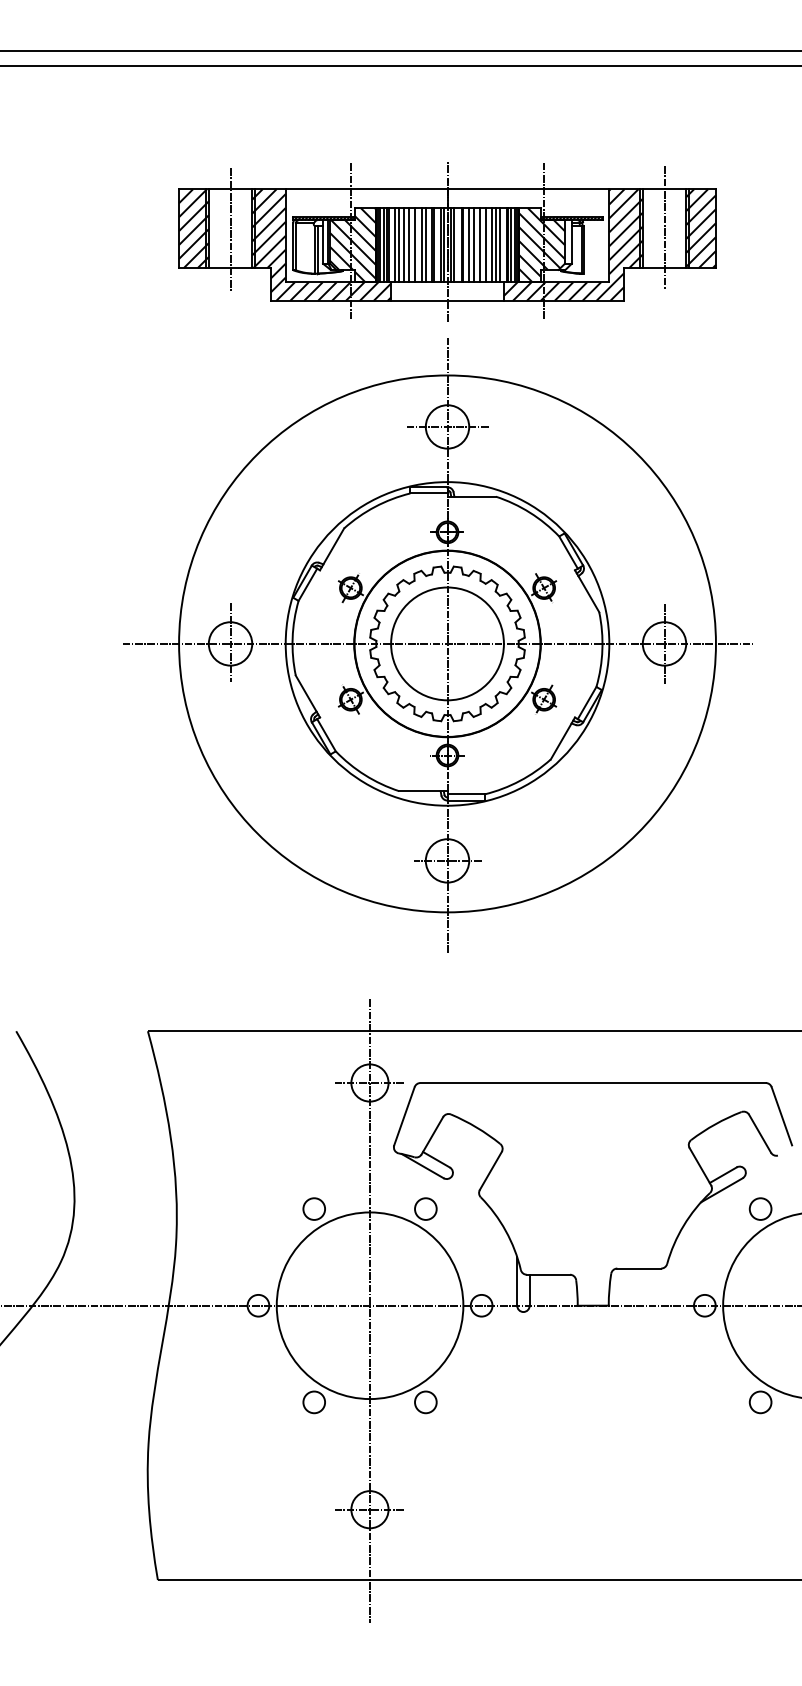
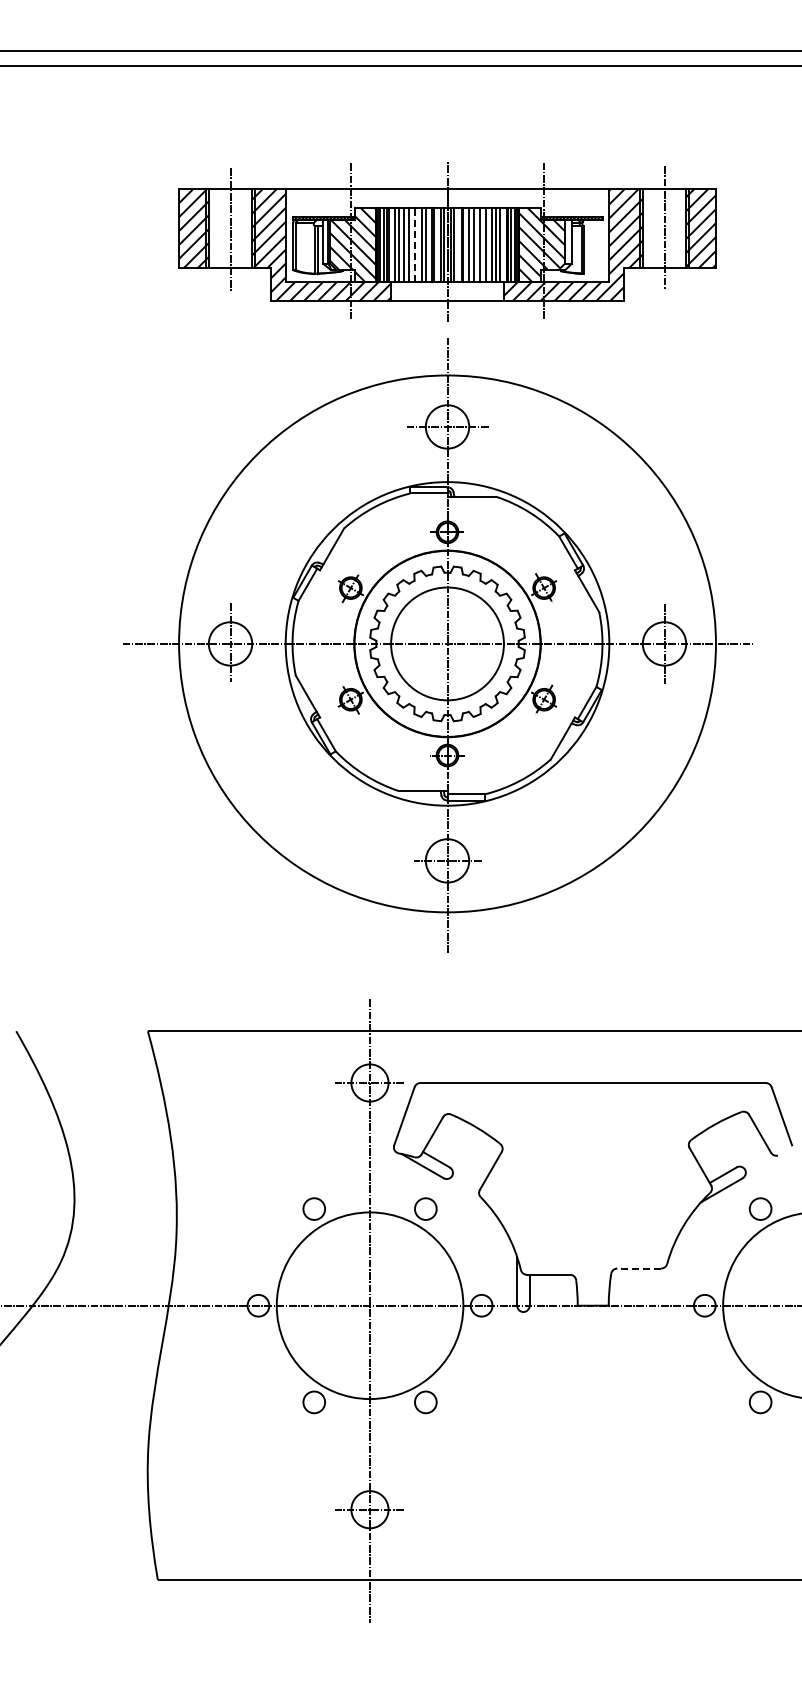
line at (414, 244): solid -> dashed
line at (639, 1268): solid -> dashed
